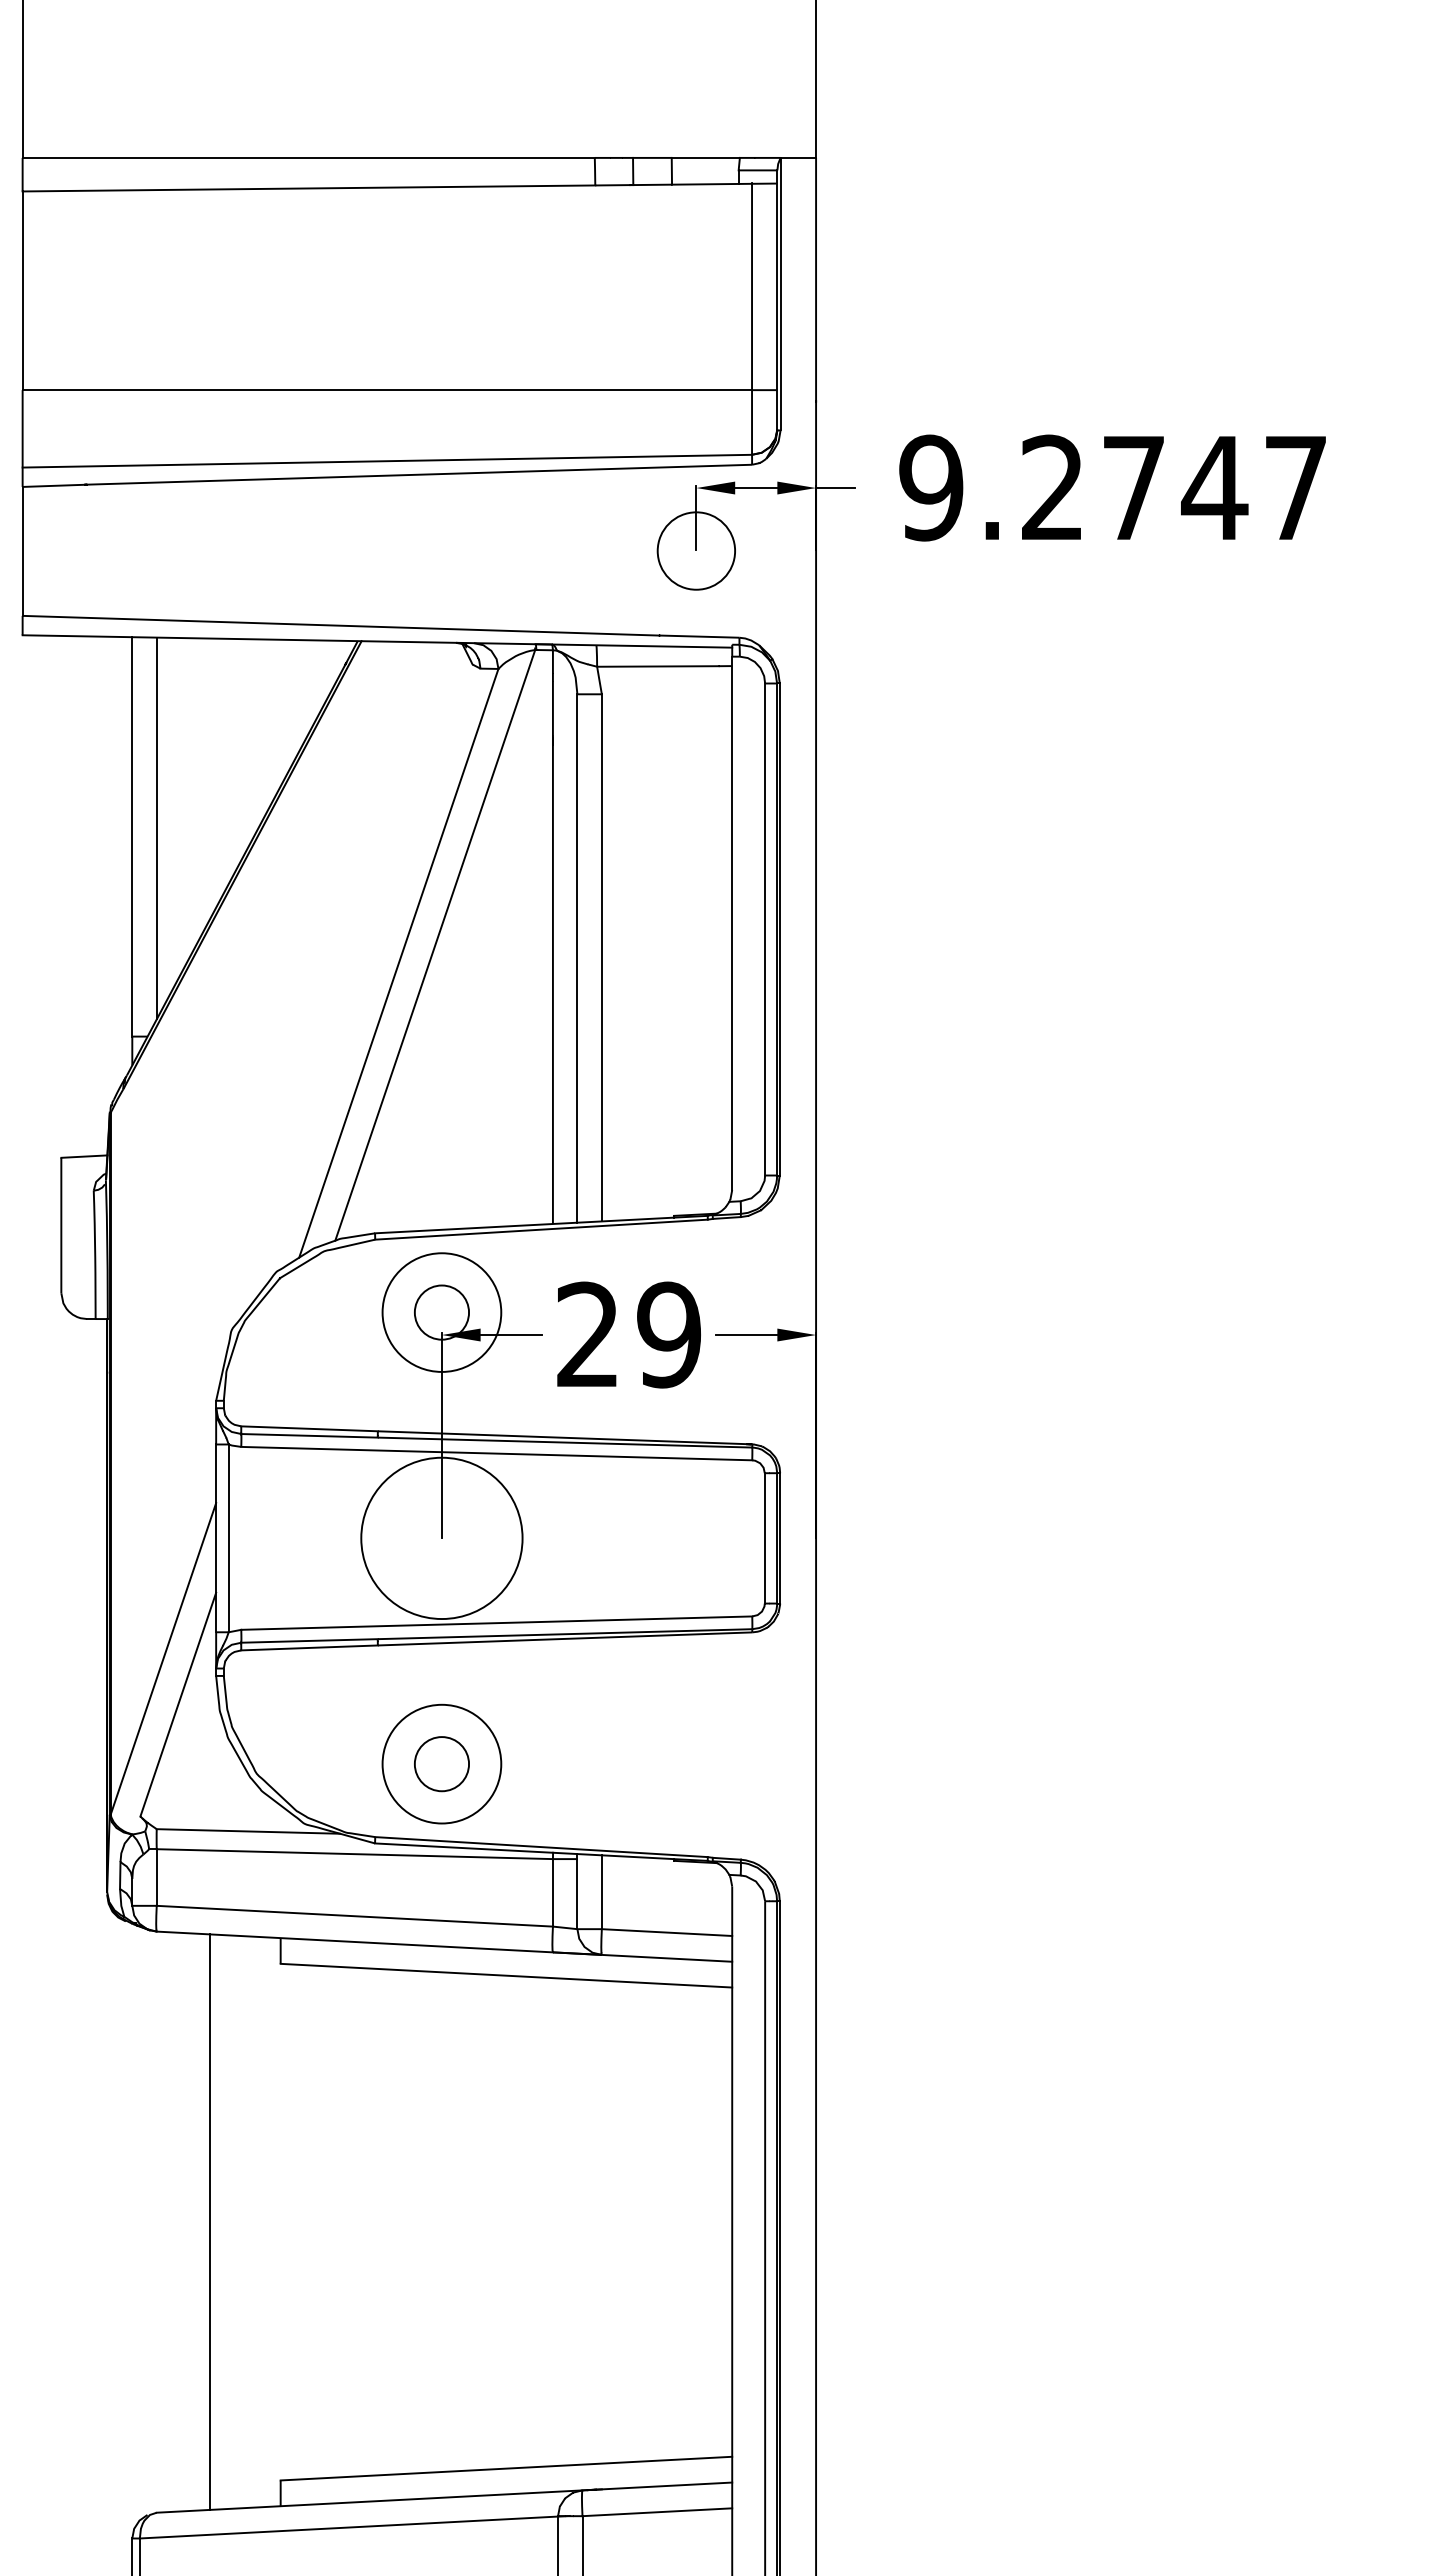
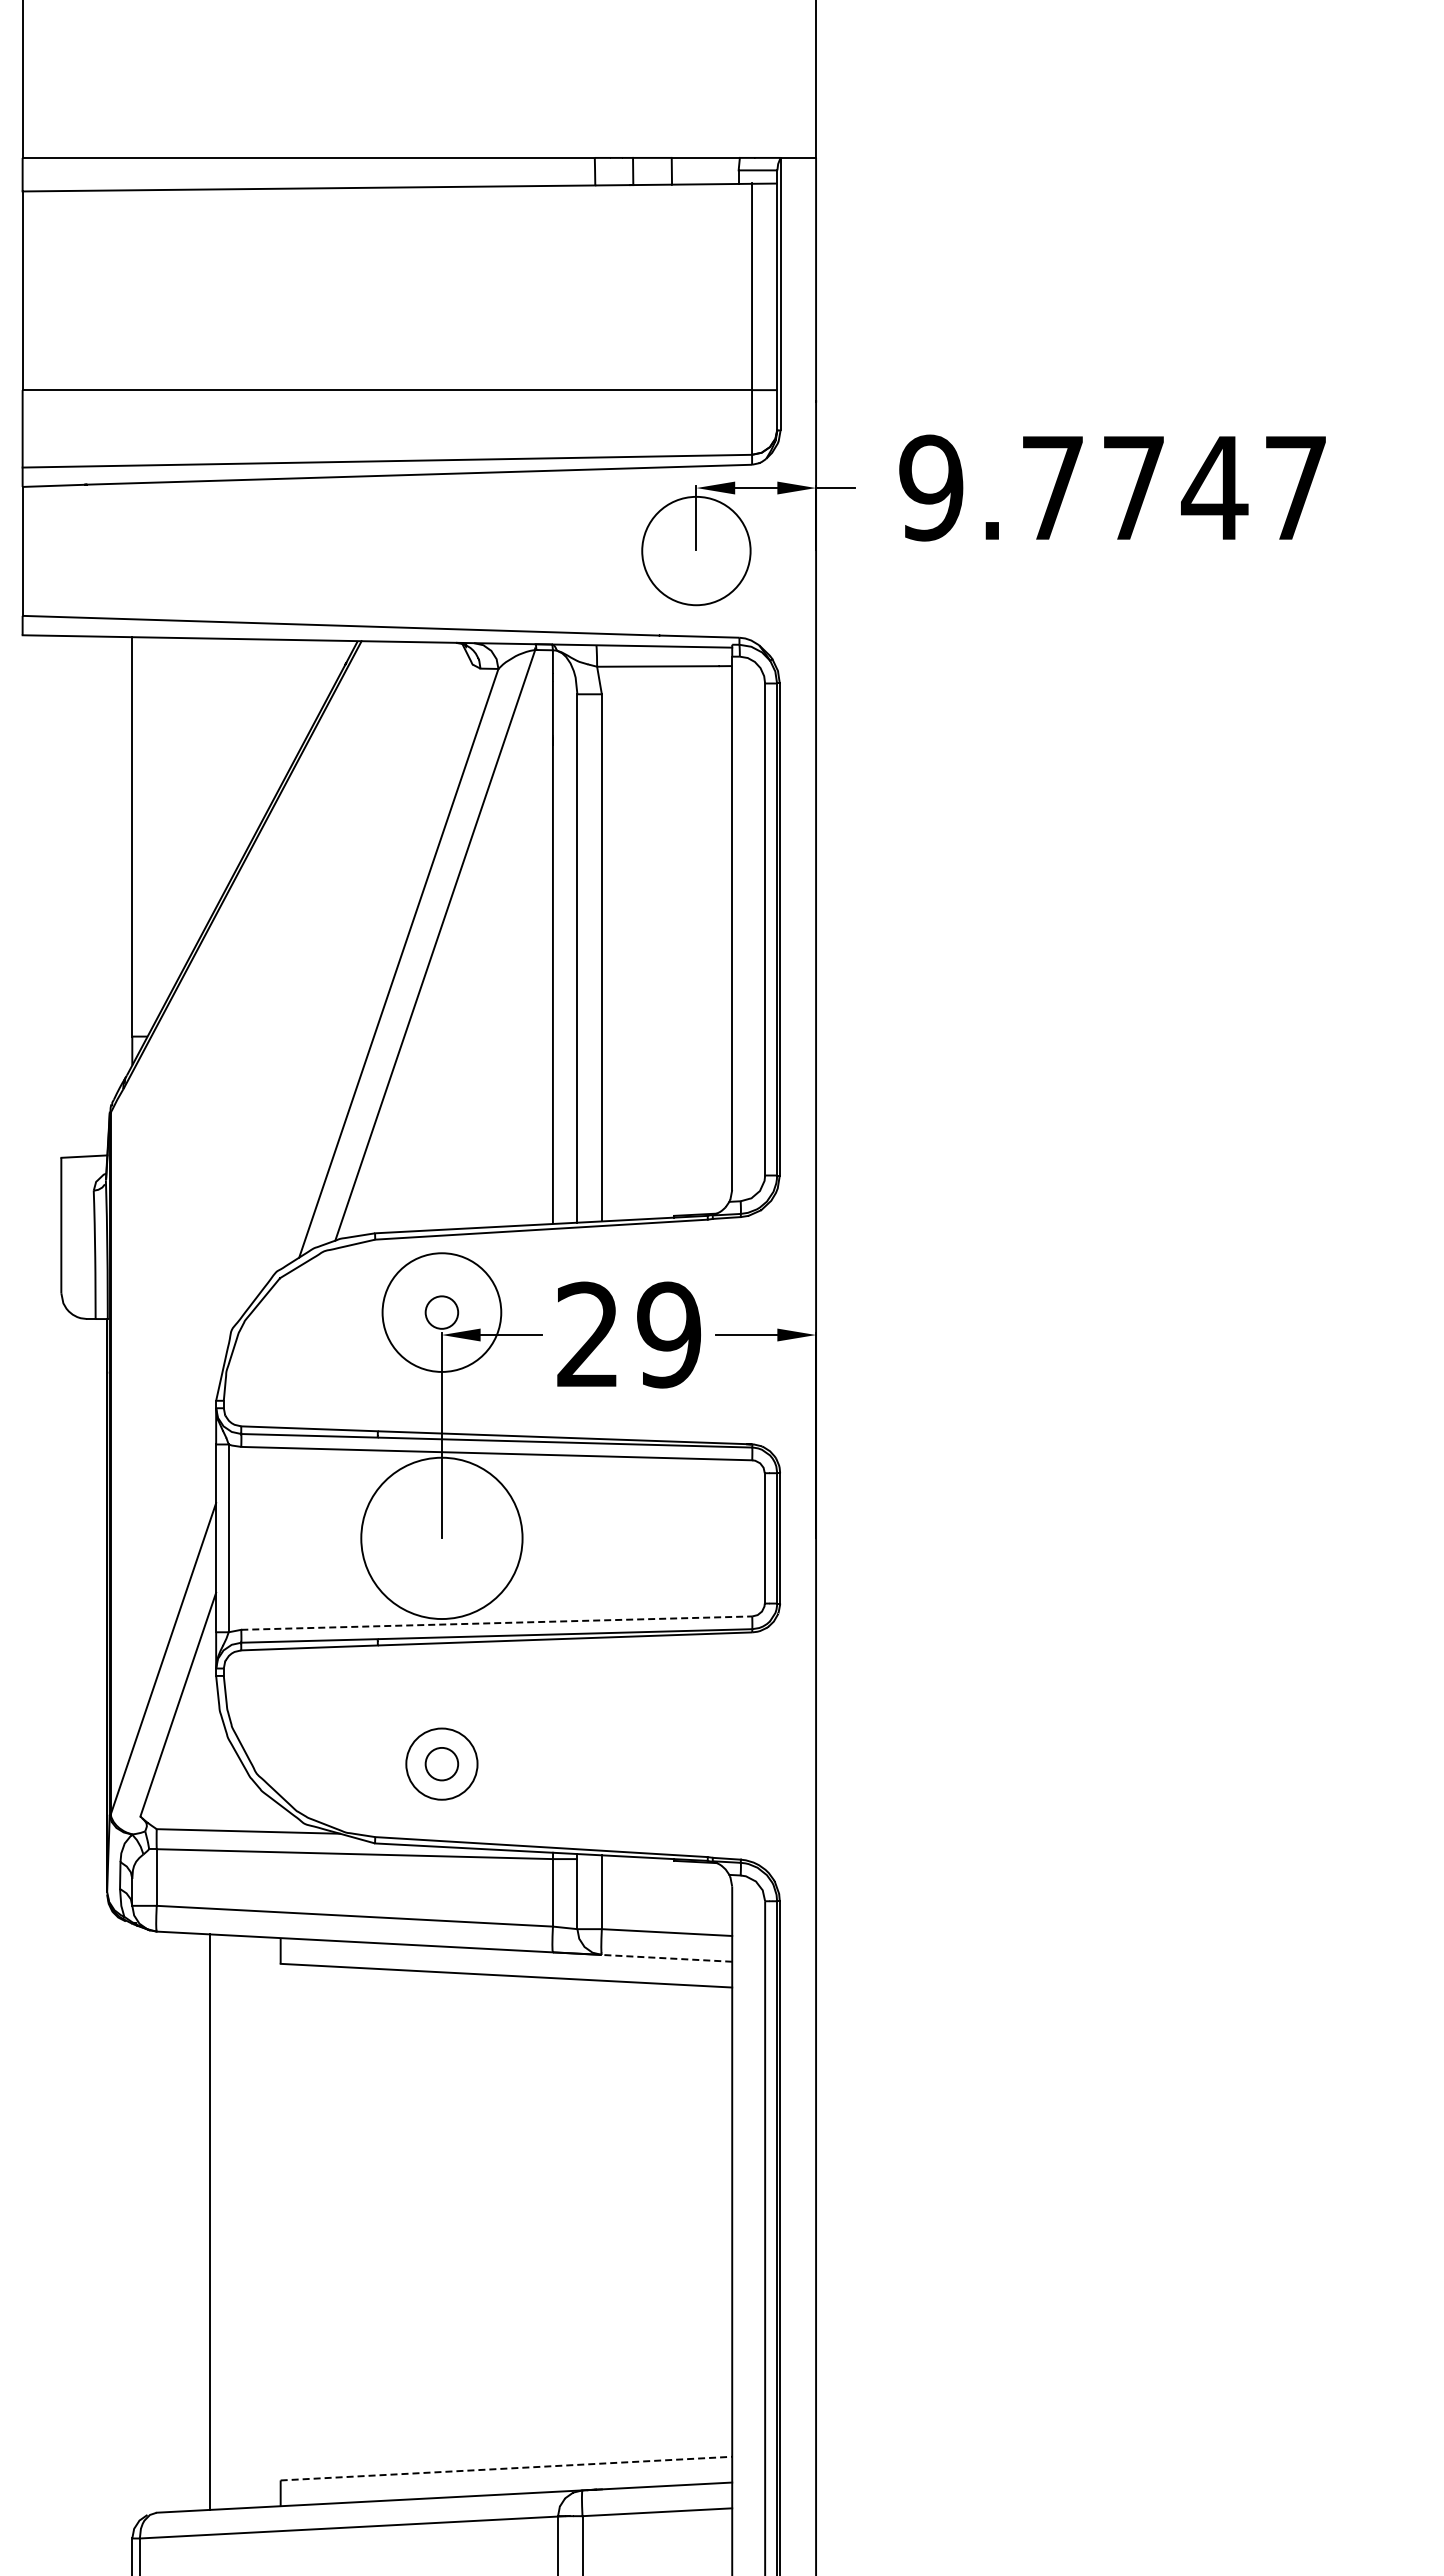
text at (1052, 486): 9.2747 -> 9.7747
circle at (696, 550) diameter: 77 px -> 108 px
line at (156, 828): present -> none
circle at (441, 1312) diameter: 54 px -> 33 px
line at (496, 1623): solid -> dashed
circle at (441, 1763) diameter: 119 px -> 71 px
circle at (441, 1764) diameter: 54 px -> 33 px
line at (666, 1958): solid -> dashed
line at (506, 2468): solid -> dashed
